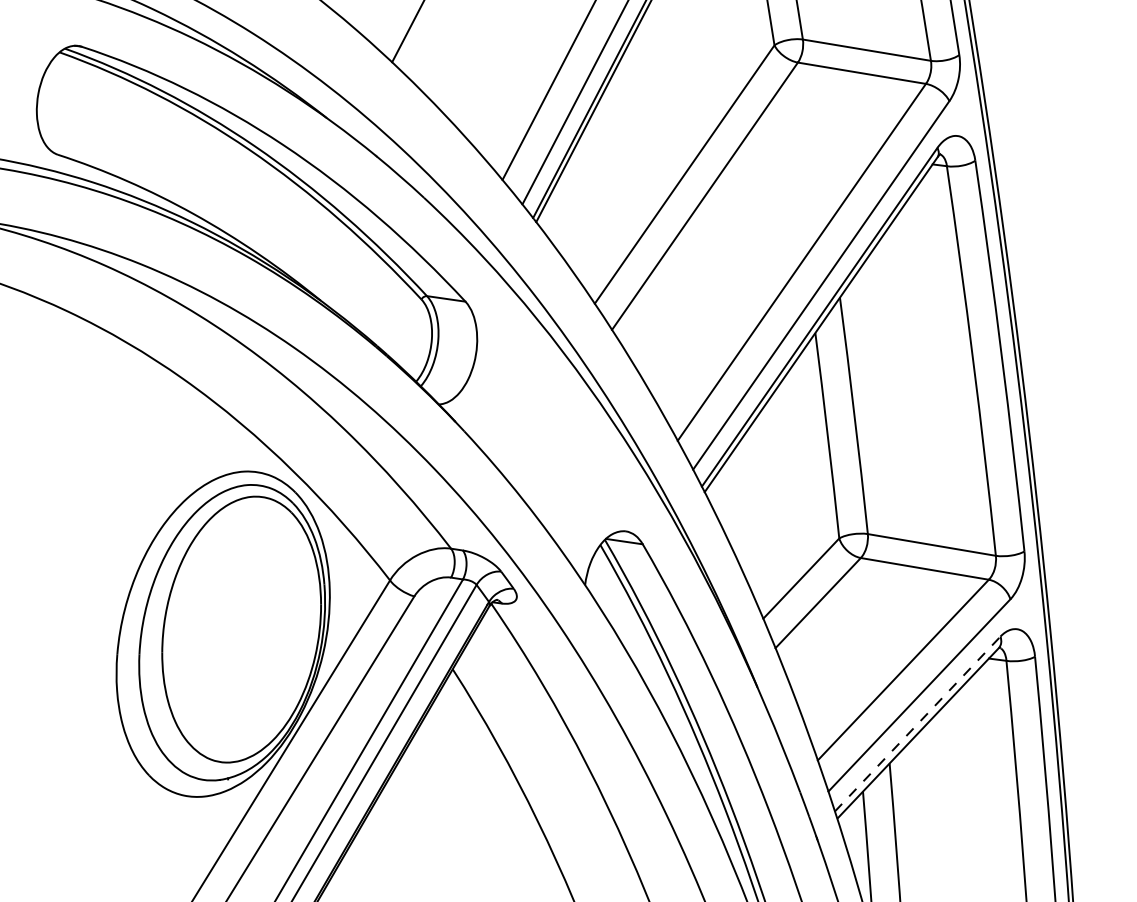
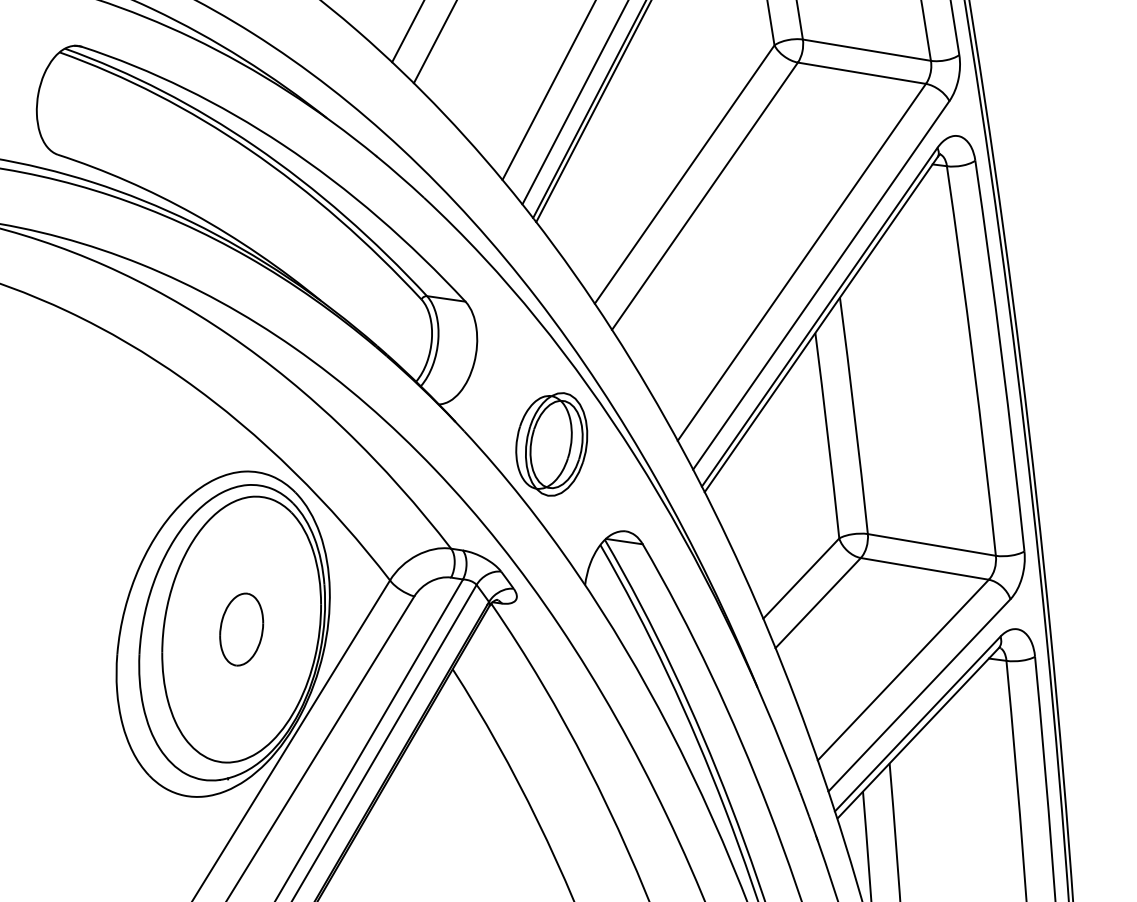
line at (434, 42): none -> present
part at (551, 444): none -> present
part at (241, 629): none -> present
line at (918, 723): dashed -> solid
